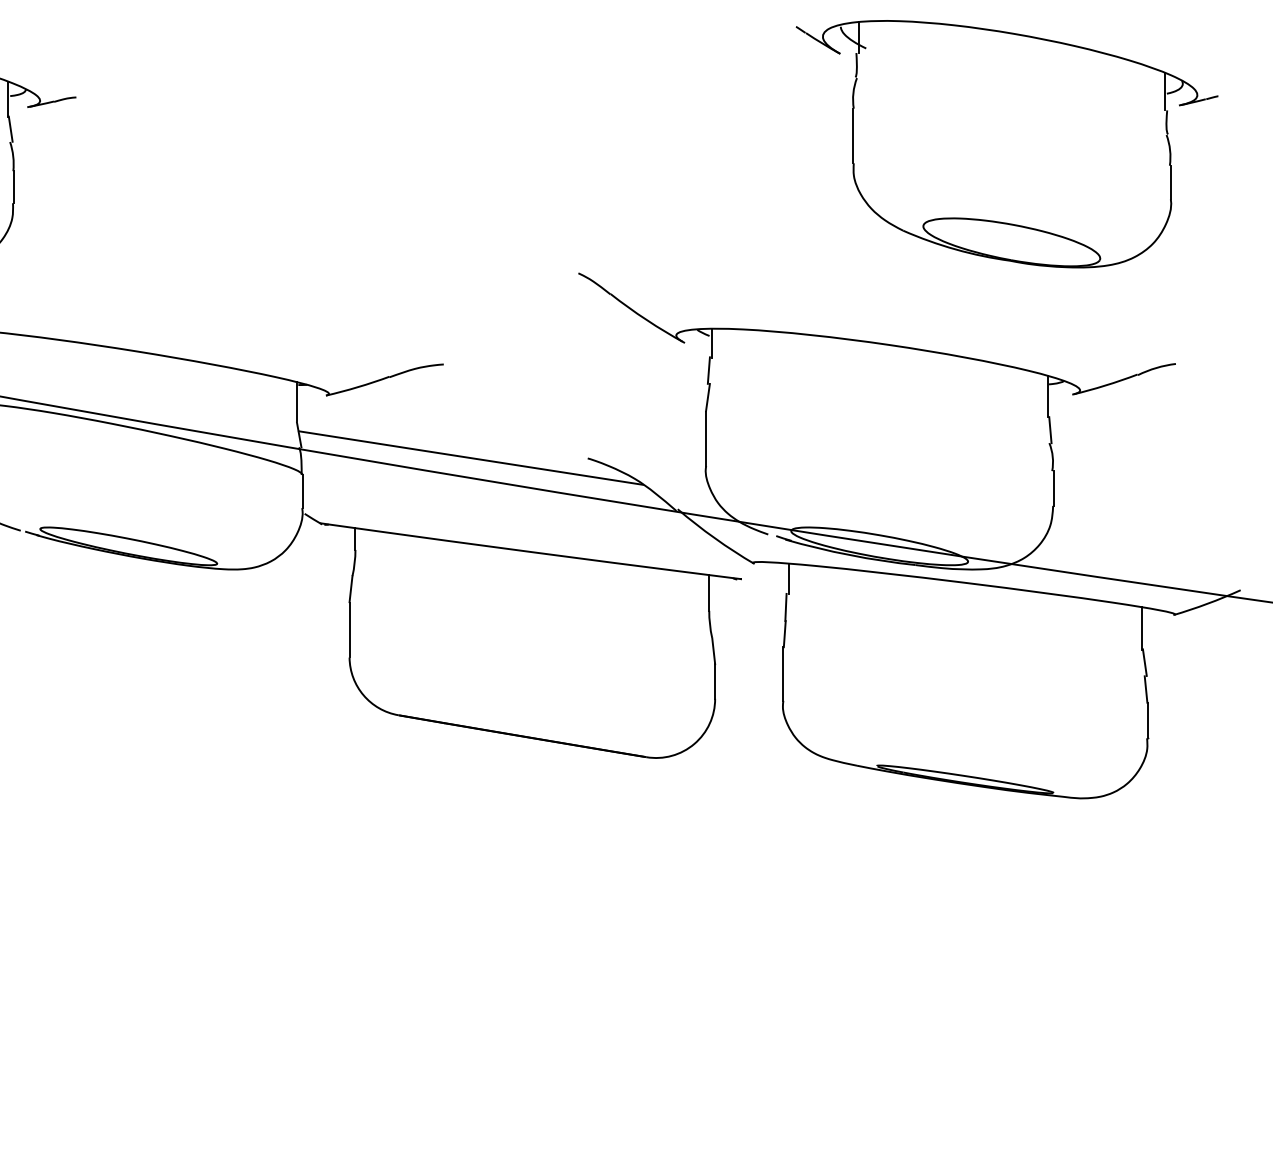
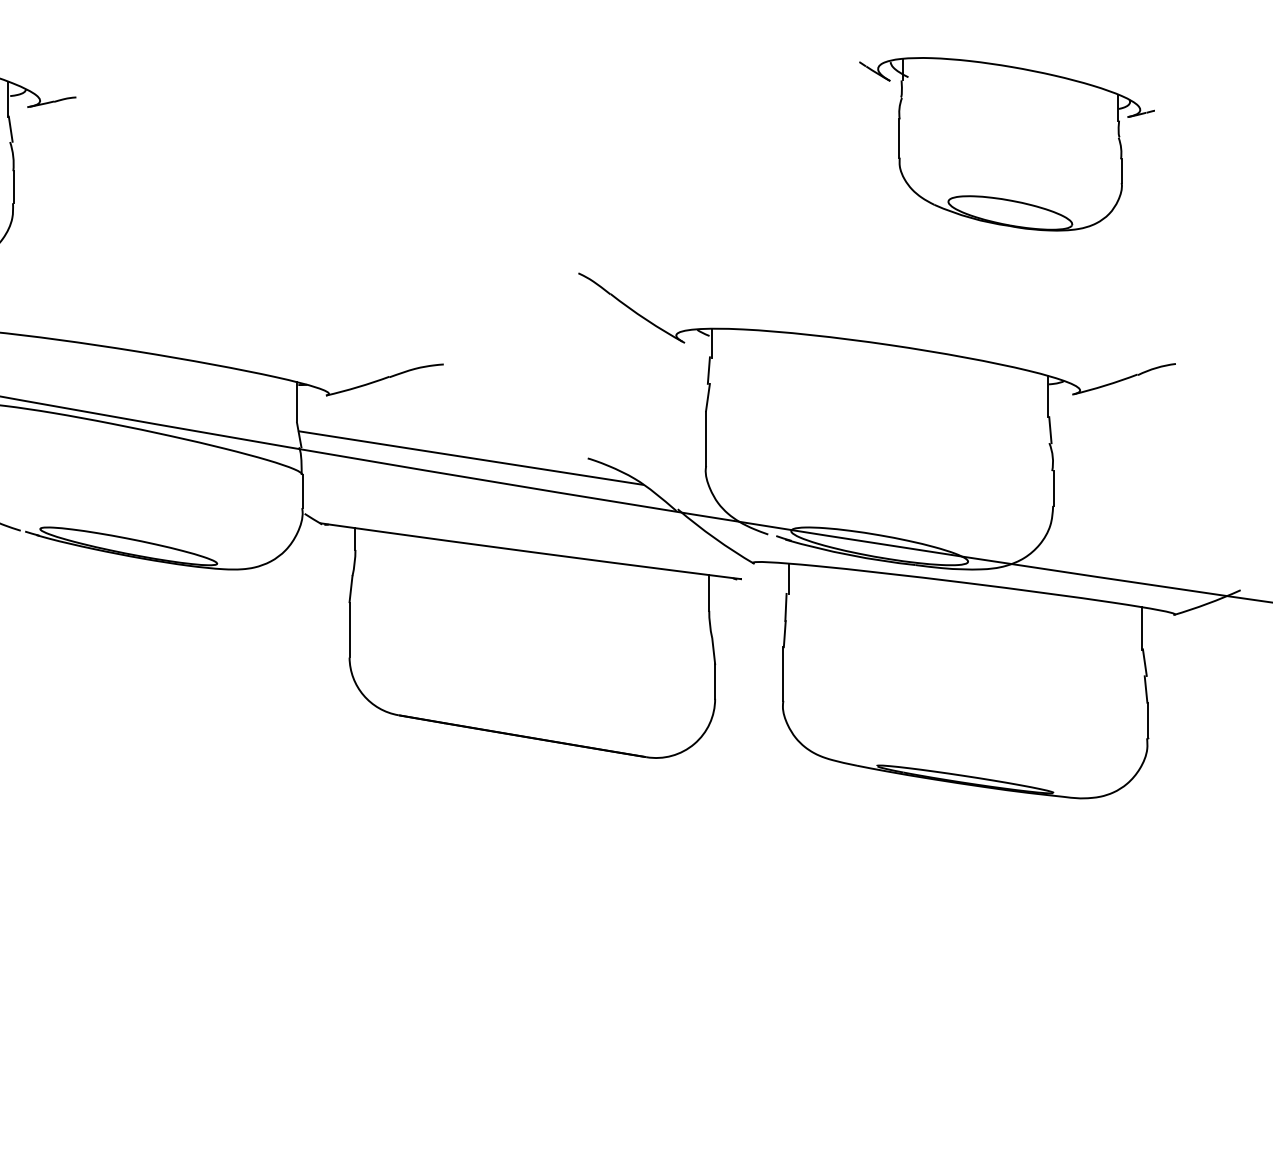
part at (1006, 144) size: 424x249 px -> 296x175 px
